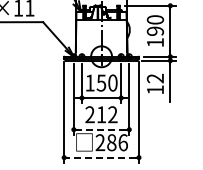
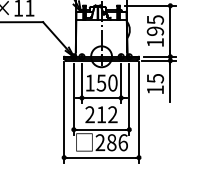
text at (154, 19): 190 -> 195
text at (155, 78): 12 -> 15
line at (101, 129): dashed -> solid
line at (101, 157): dashed -> solid
